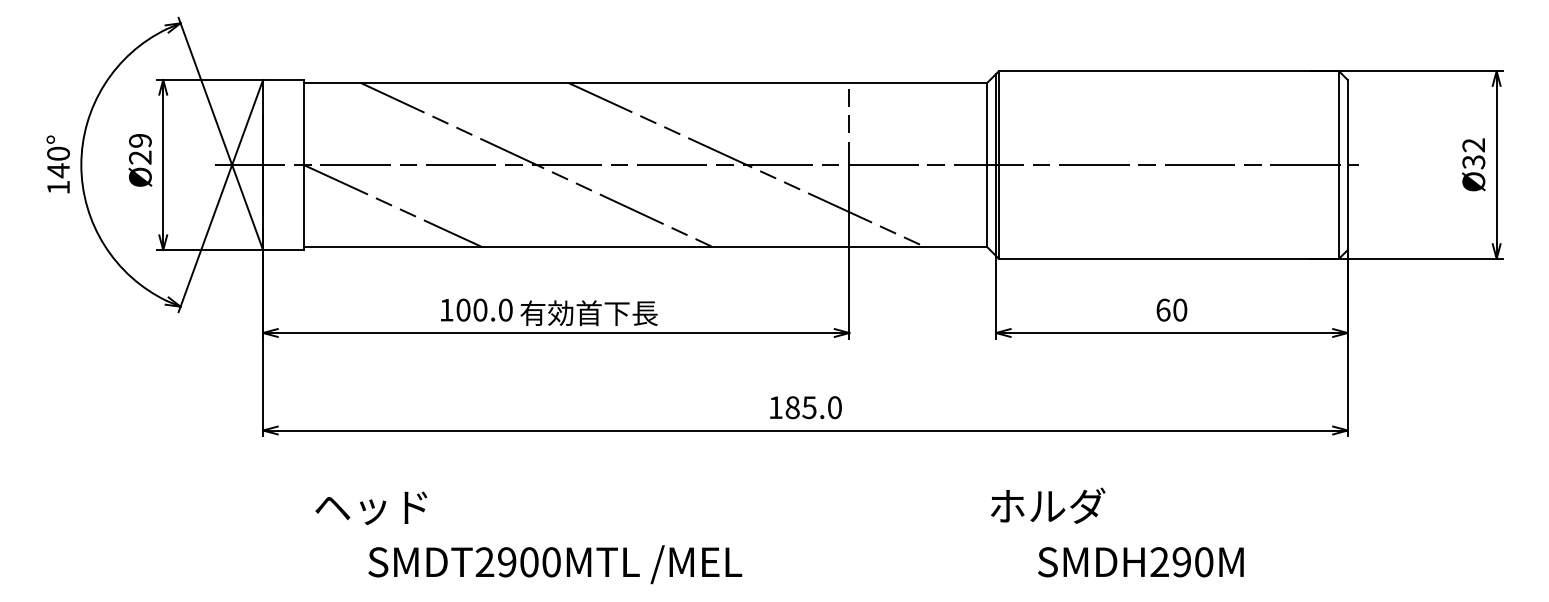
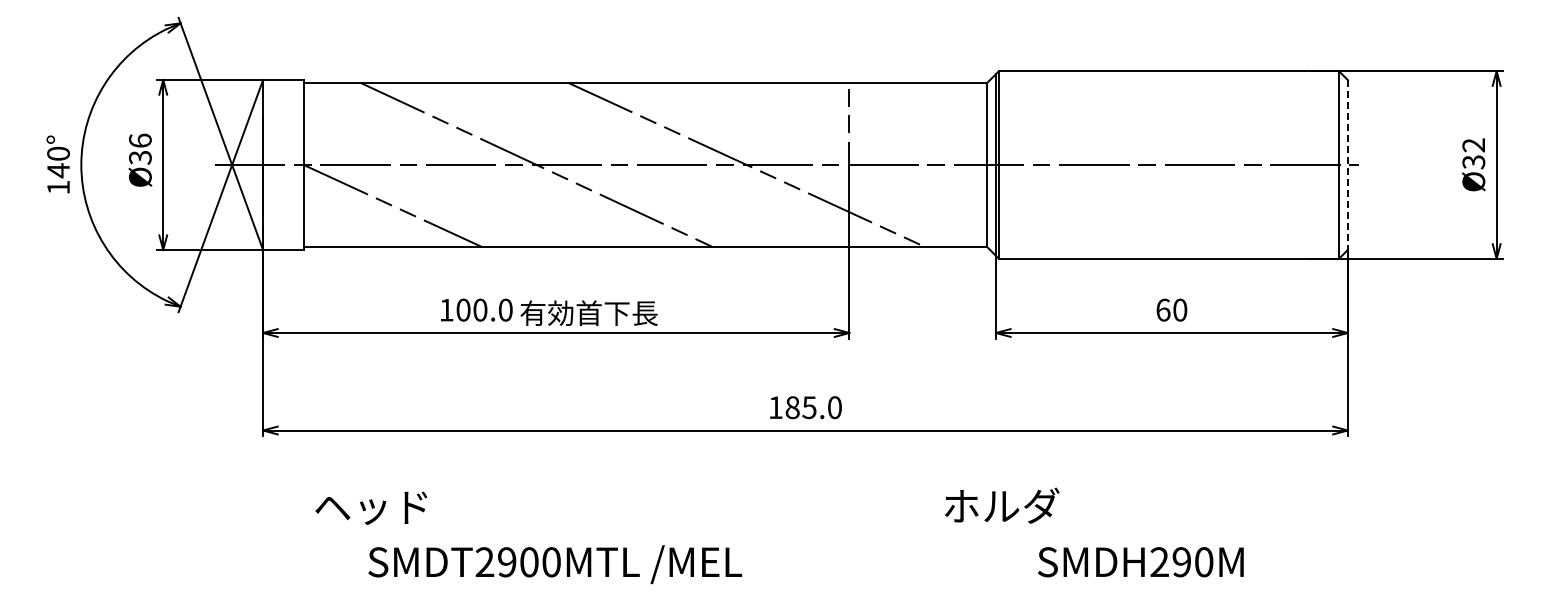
text at (140, 148): Ø29 -> Ø36
line at (1347, 165): solid -> dashed
text at (1048, 505) position: (1048, 505) -> (1002, 505)
